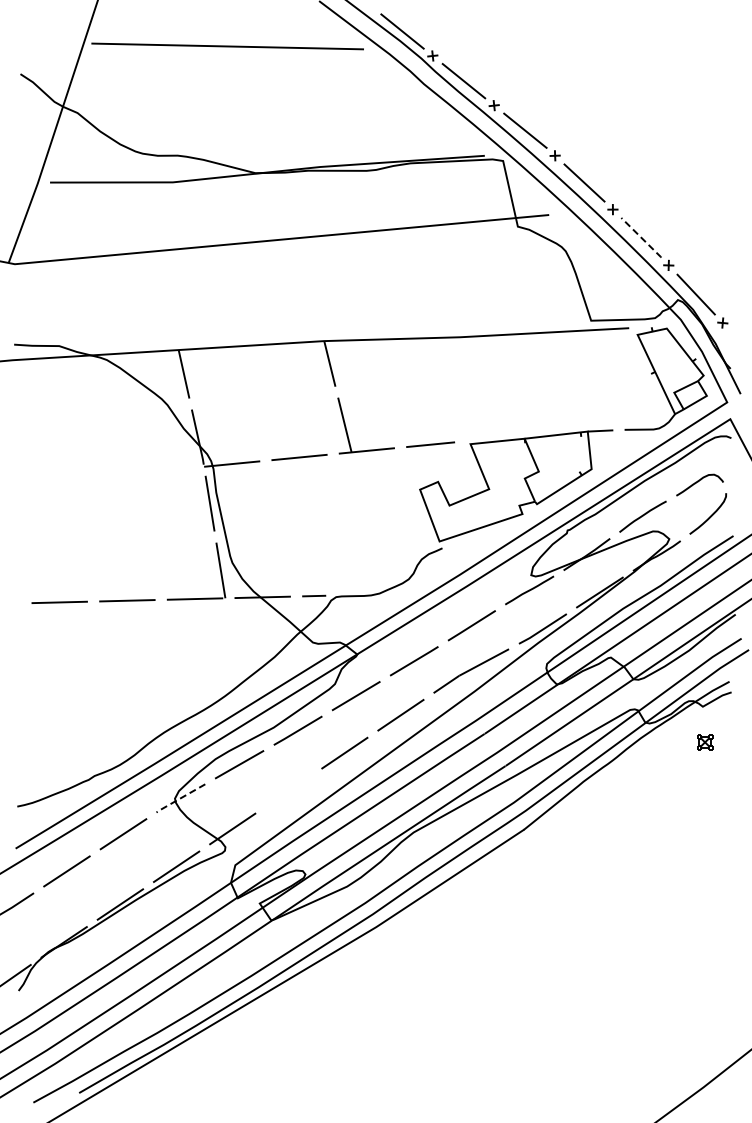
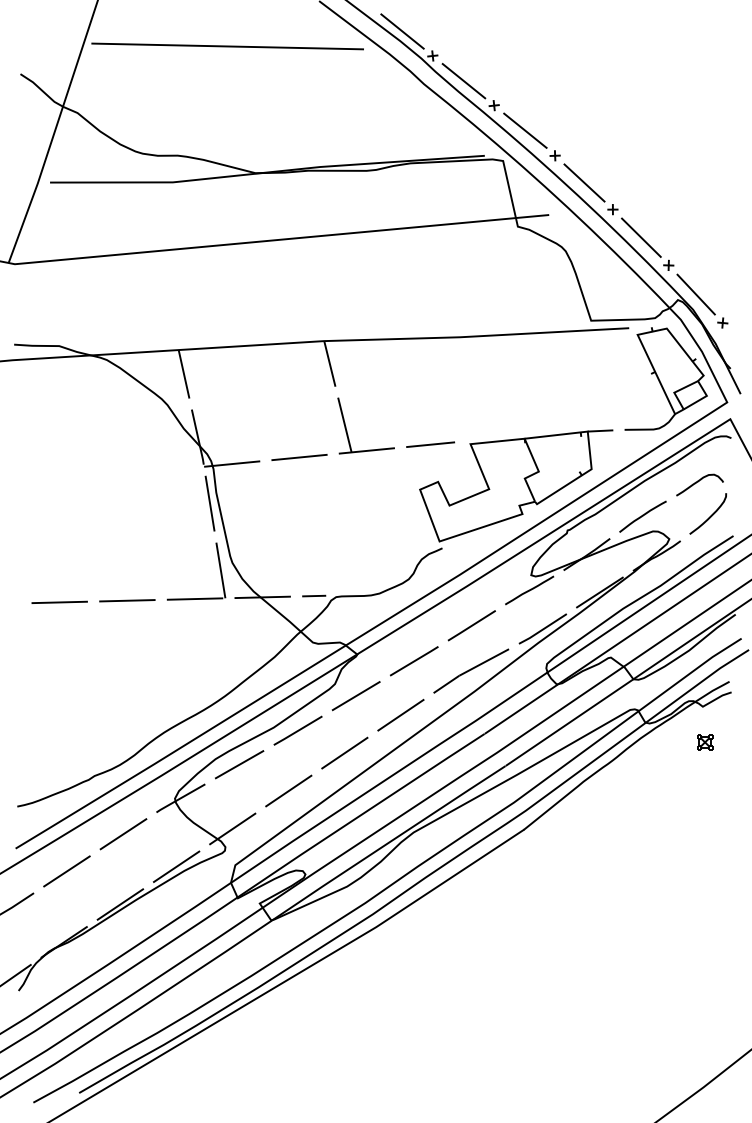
line at (641, 238): dashed -> solid
line at (288, 790): none -> present
line at (179, 798): dashed -> solid
